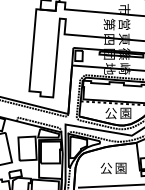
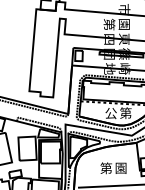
text at (124, 24): 営 -> 園
text at (125, 112): 園 -> 第
text at (105, 168): 公 -> 第
